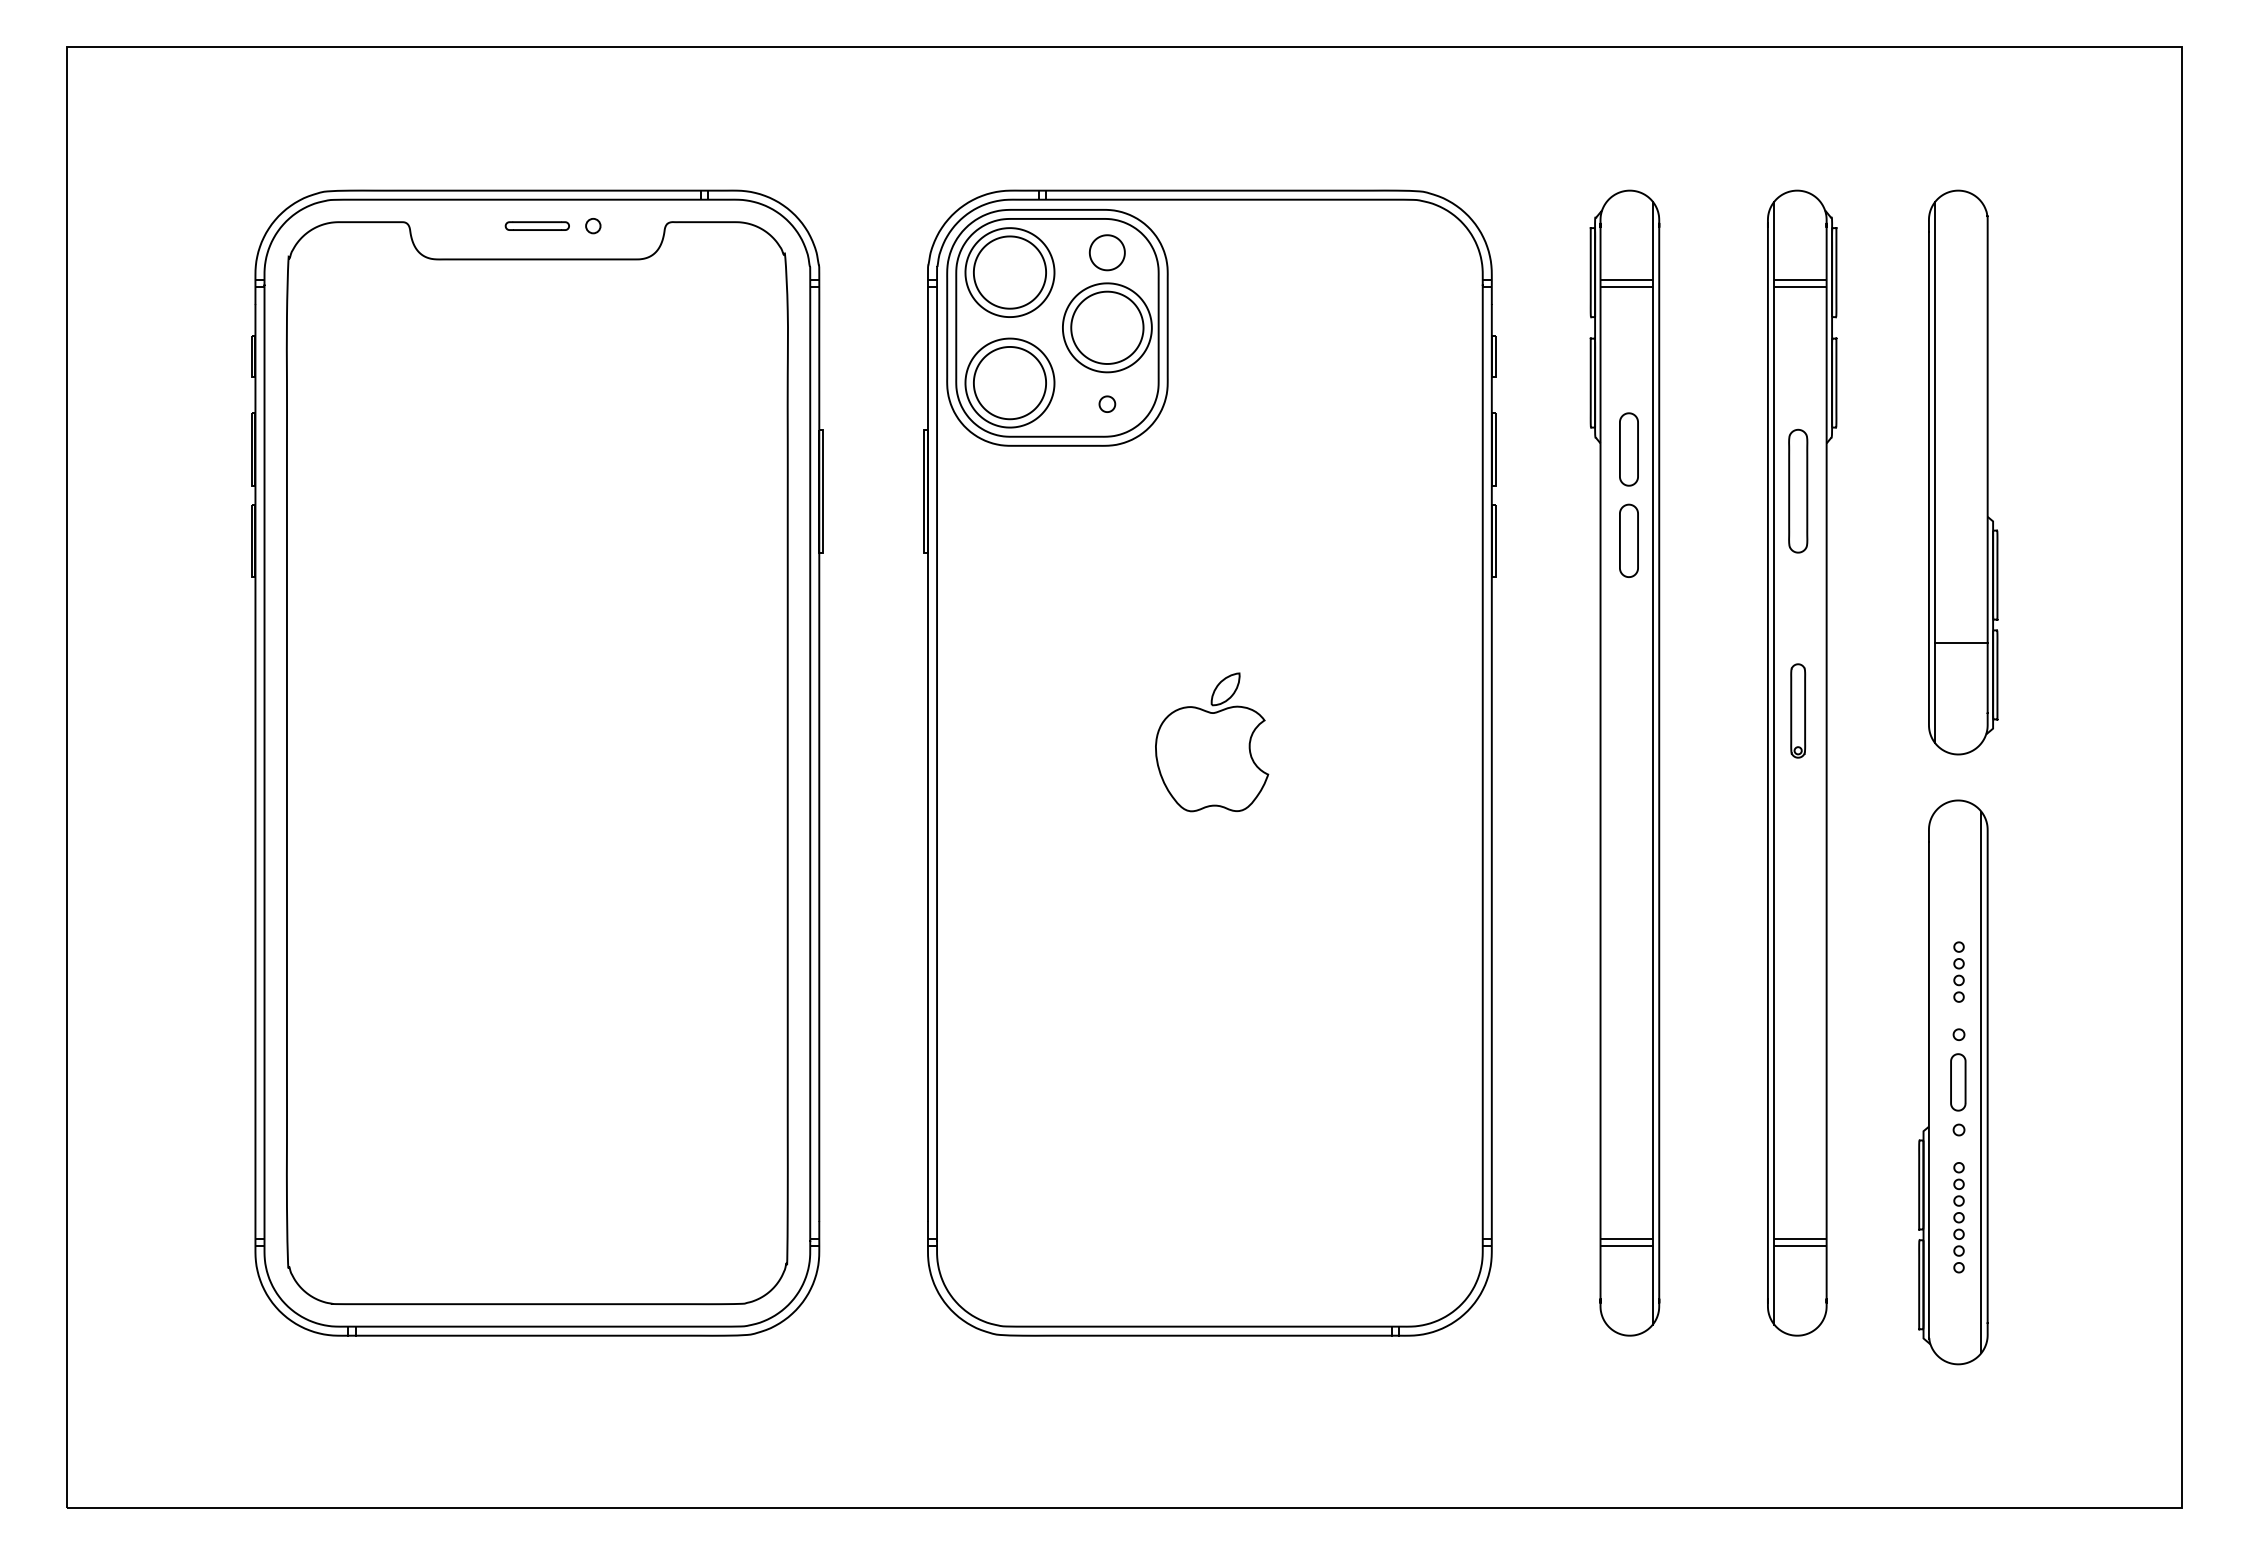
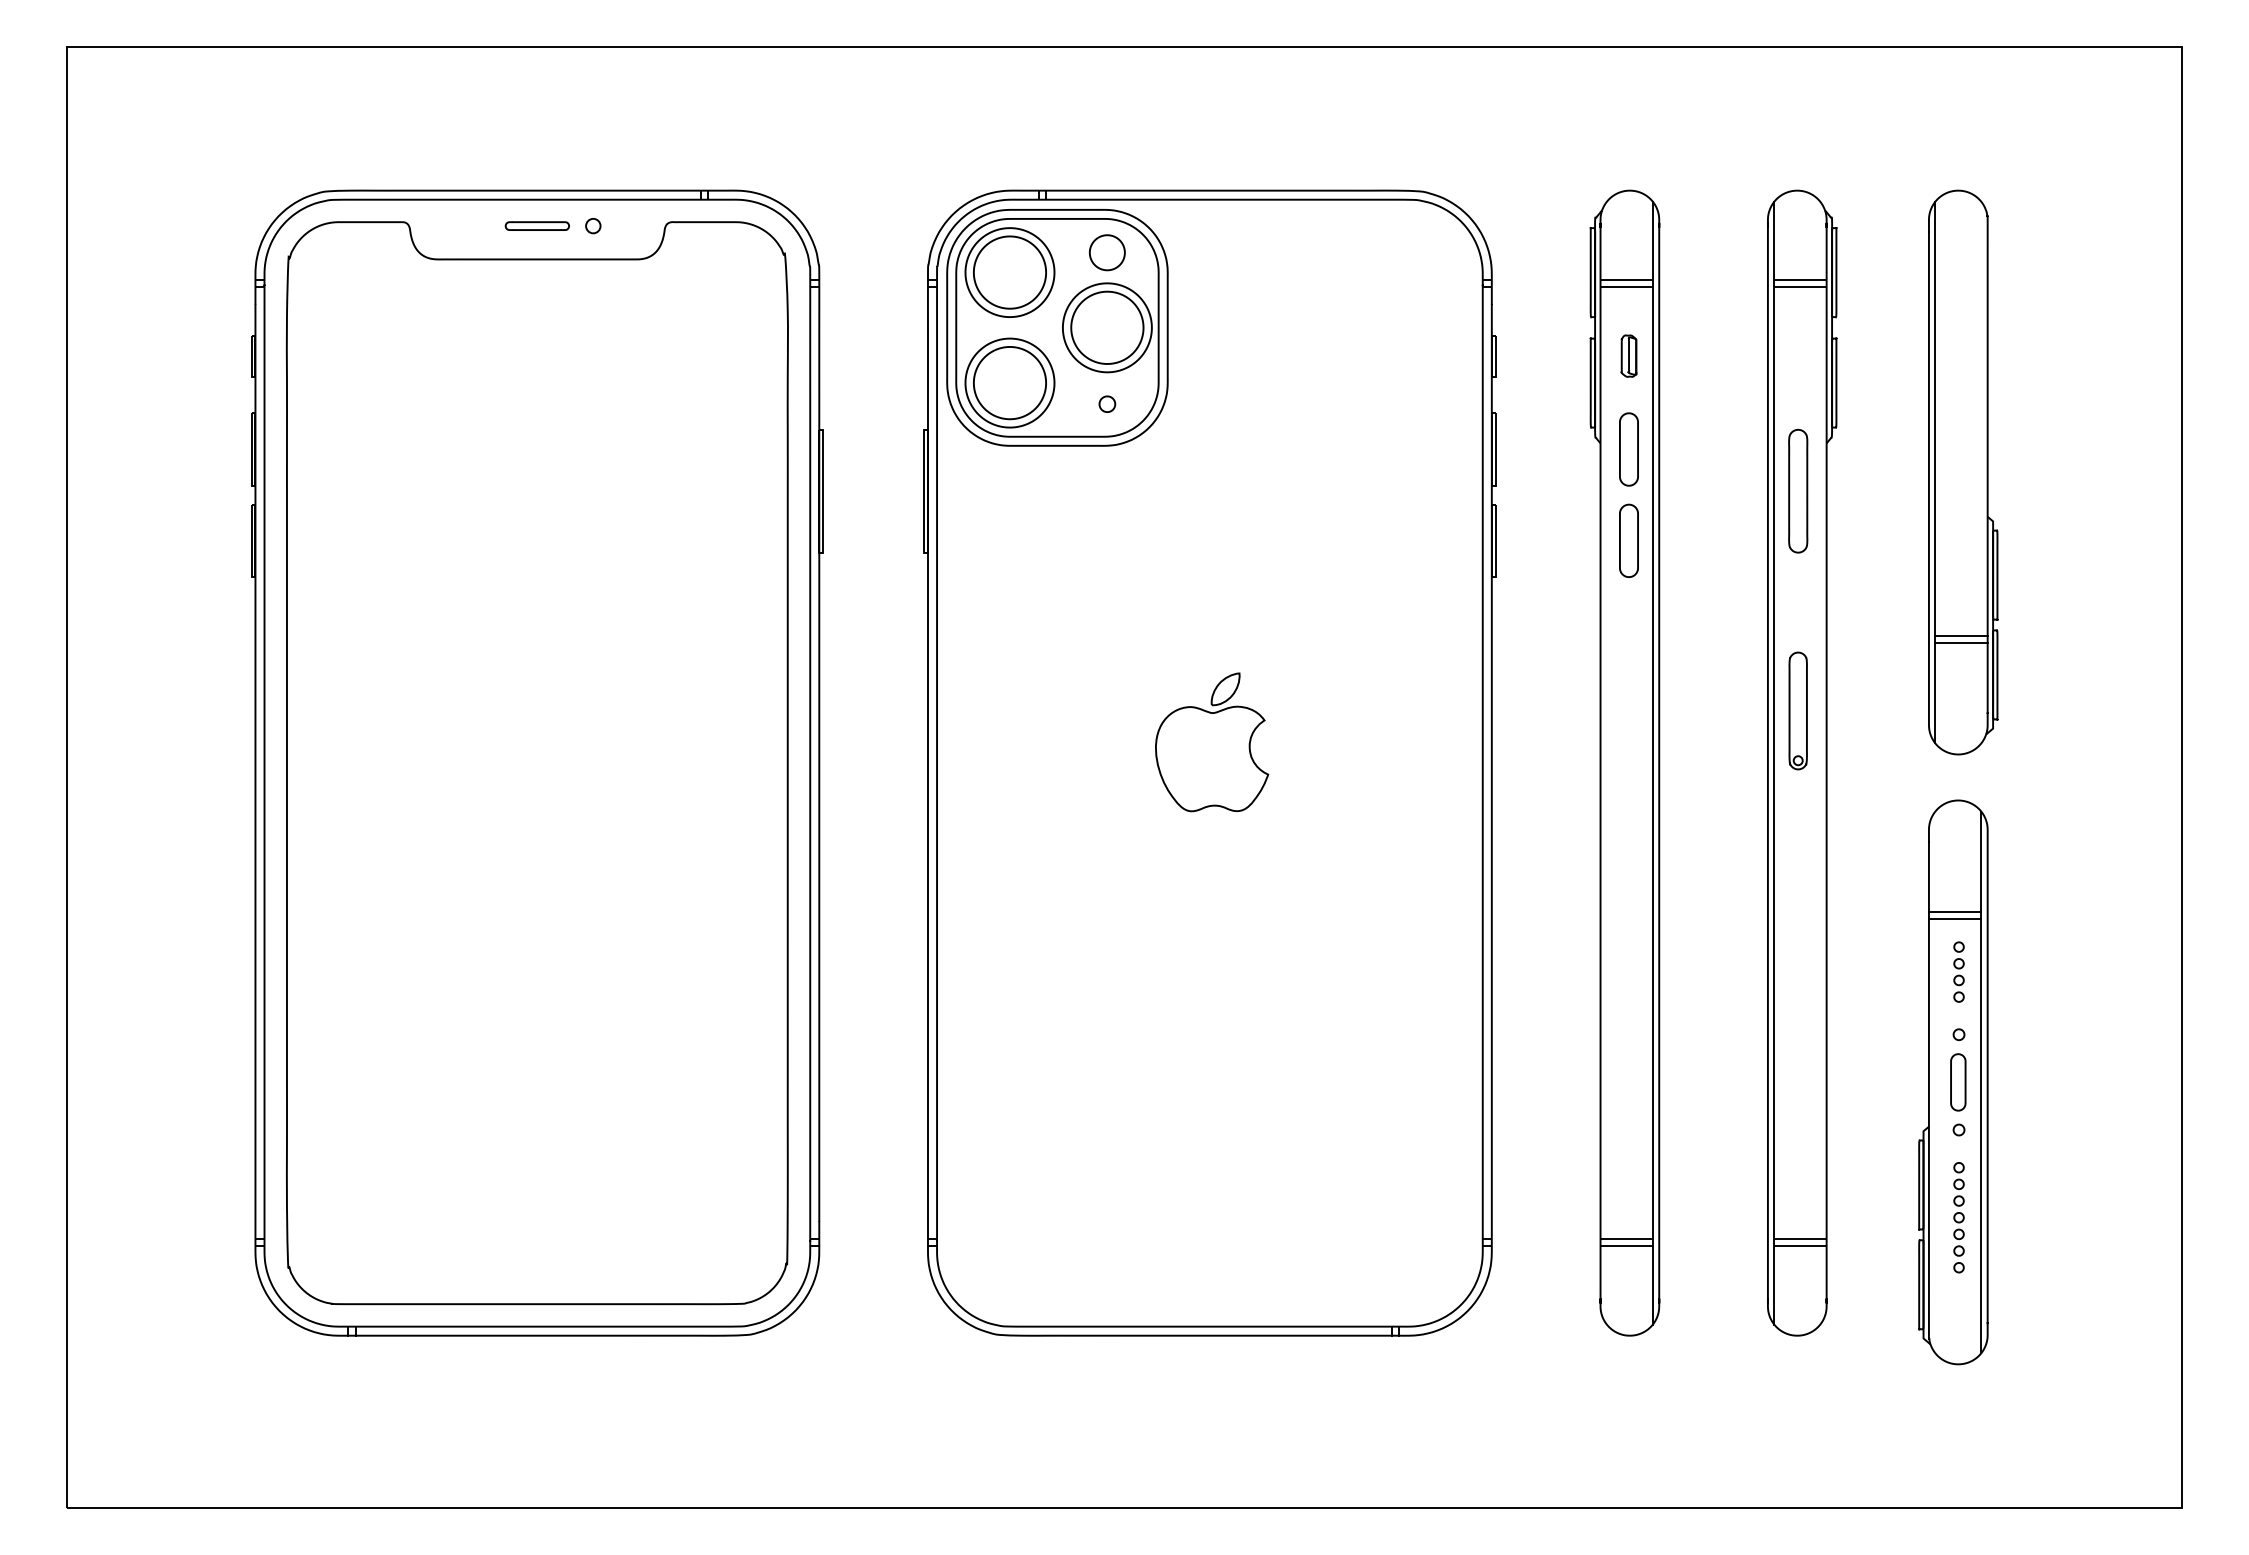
part at (1628, 355): none -> present
line at (1961, 635): none -> present
part at (1798, 710) size: 17x96 px -> 20x120 px
line at (1954, 911): none -> present
line at (1954, 918): none -> present
